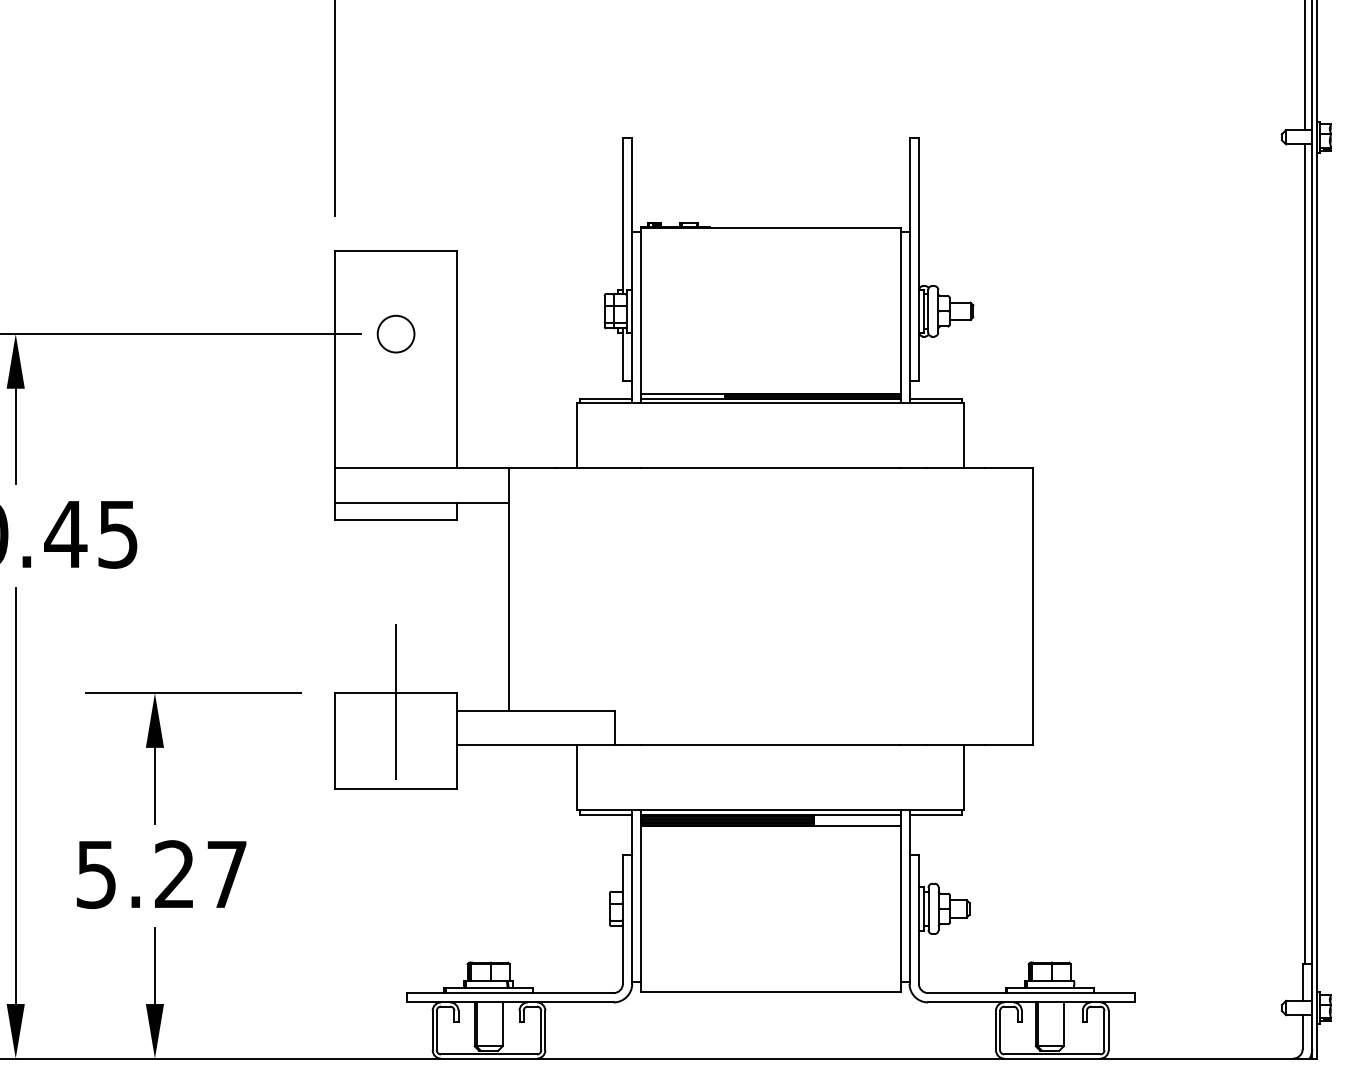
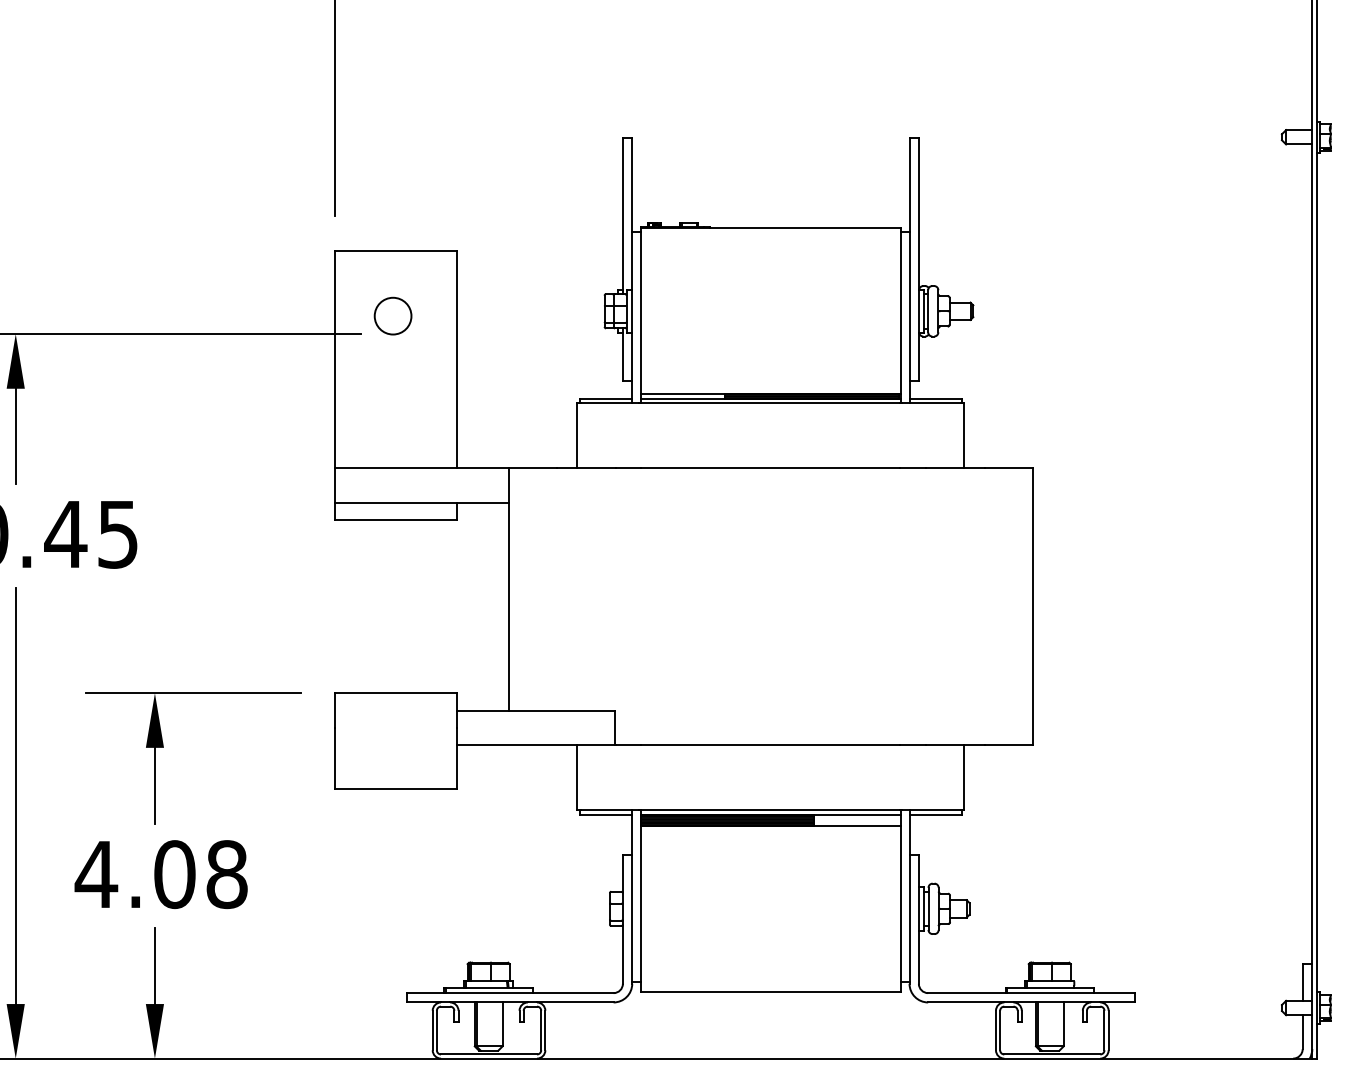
line at (1305, 66): present -> none
circle at (395, 333) position: (395, 333) -> (392, 315)
line at (1305, 554): present -> none
line at (396, 701): present -> none
text at (160, 874): 5.27 -> 4.08
